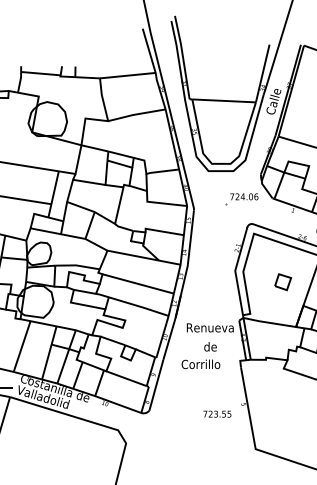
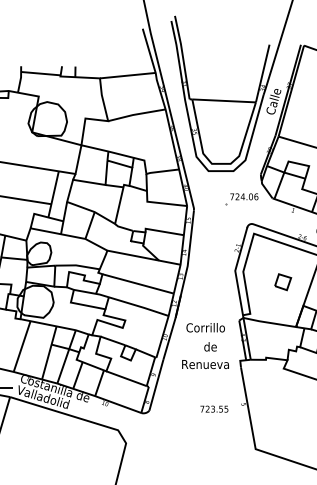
text at (209, 327): Renueva -> Corrillo
text at (204, 364): Corrillo -> Renueva
text at (217, 413) position: (217, 413) -> (214, 408)
